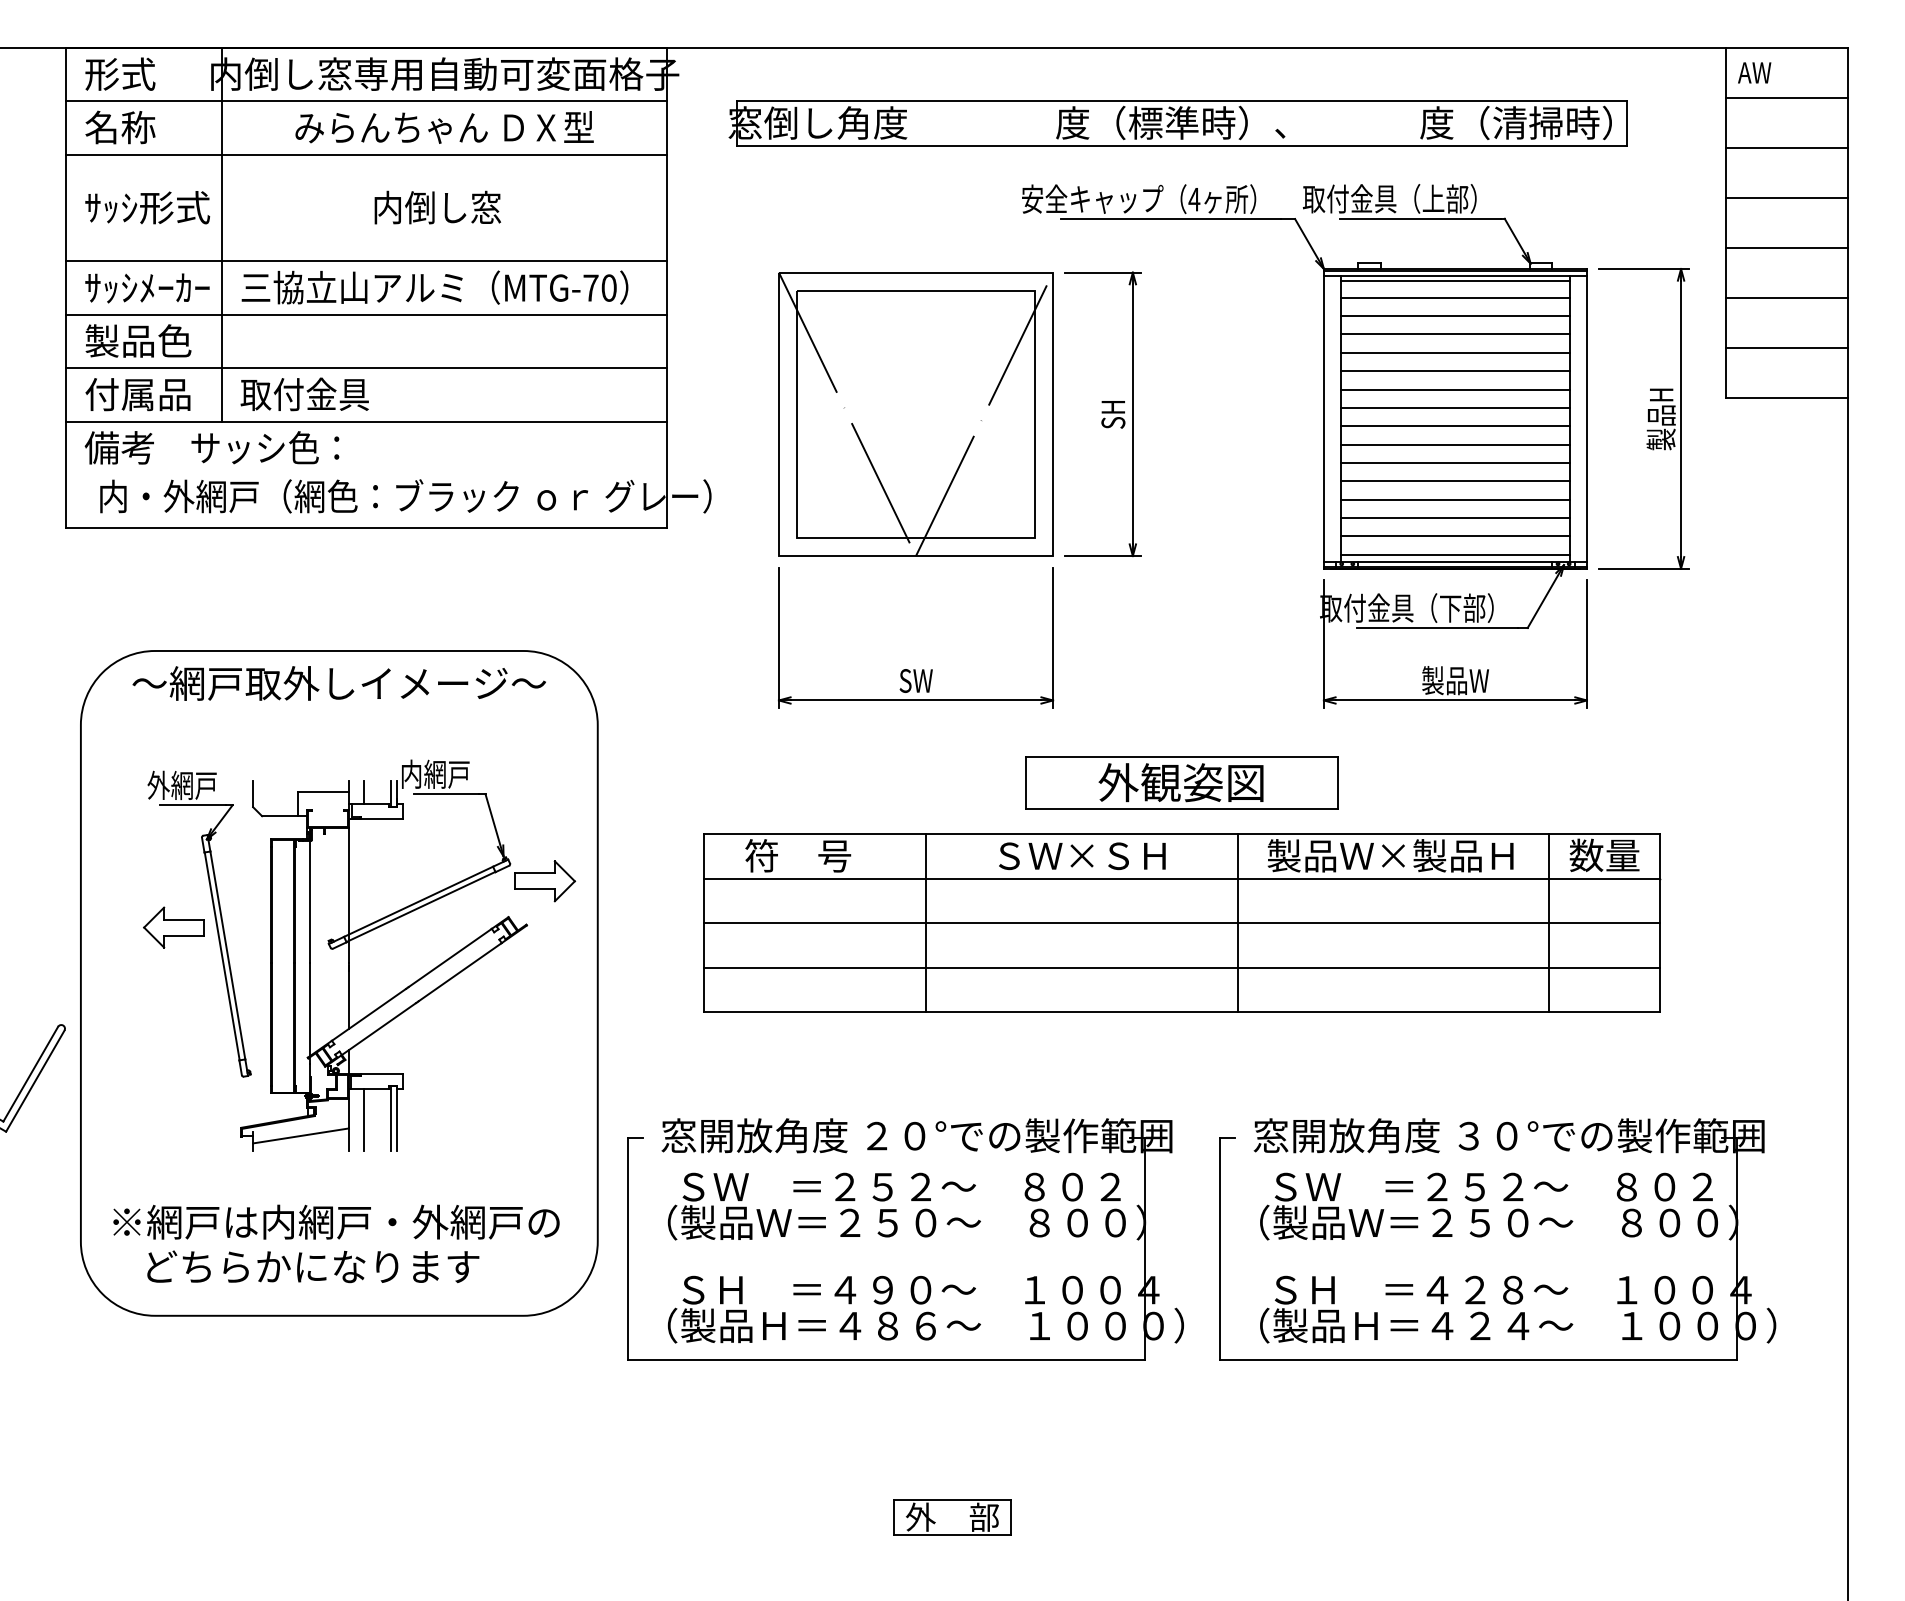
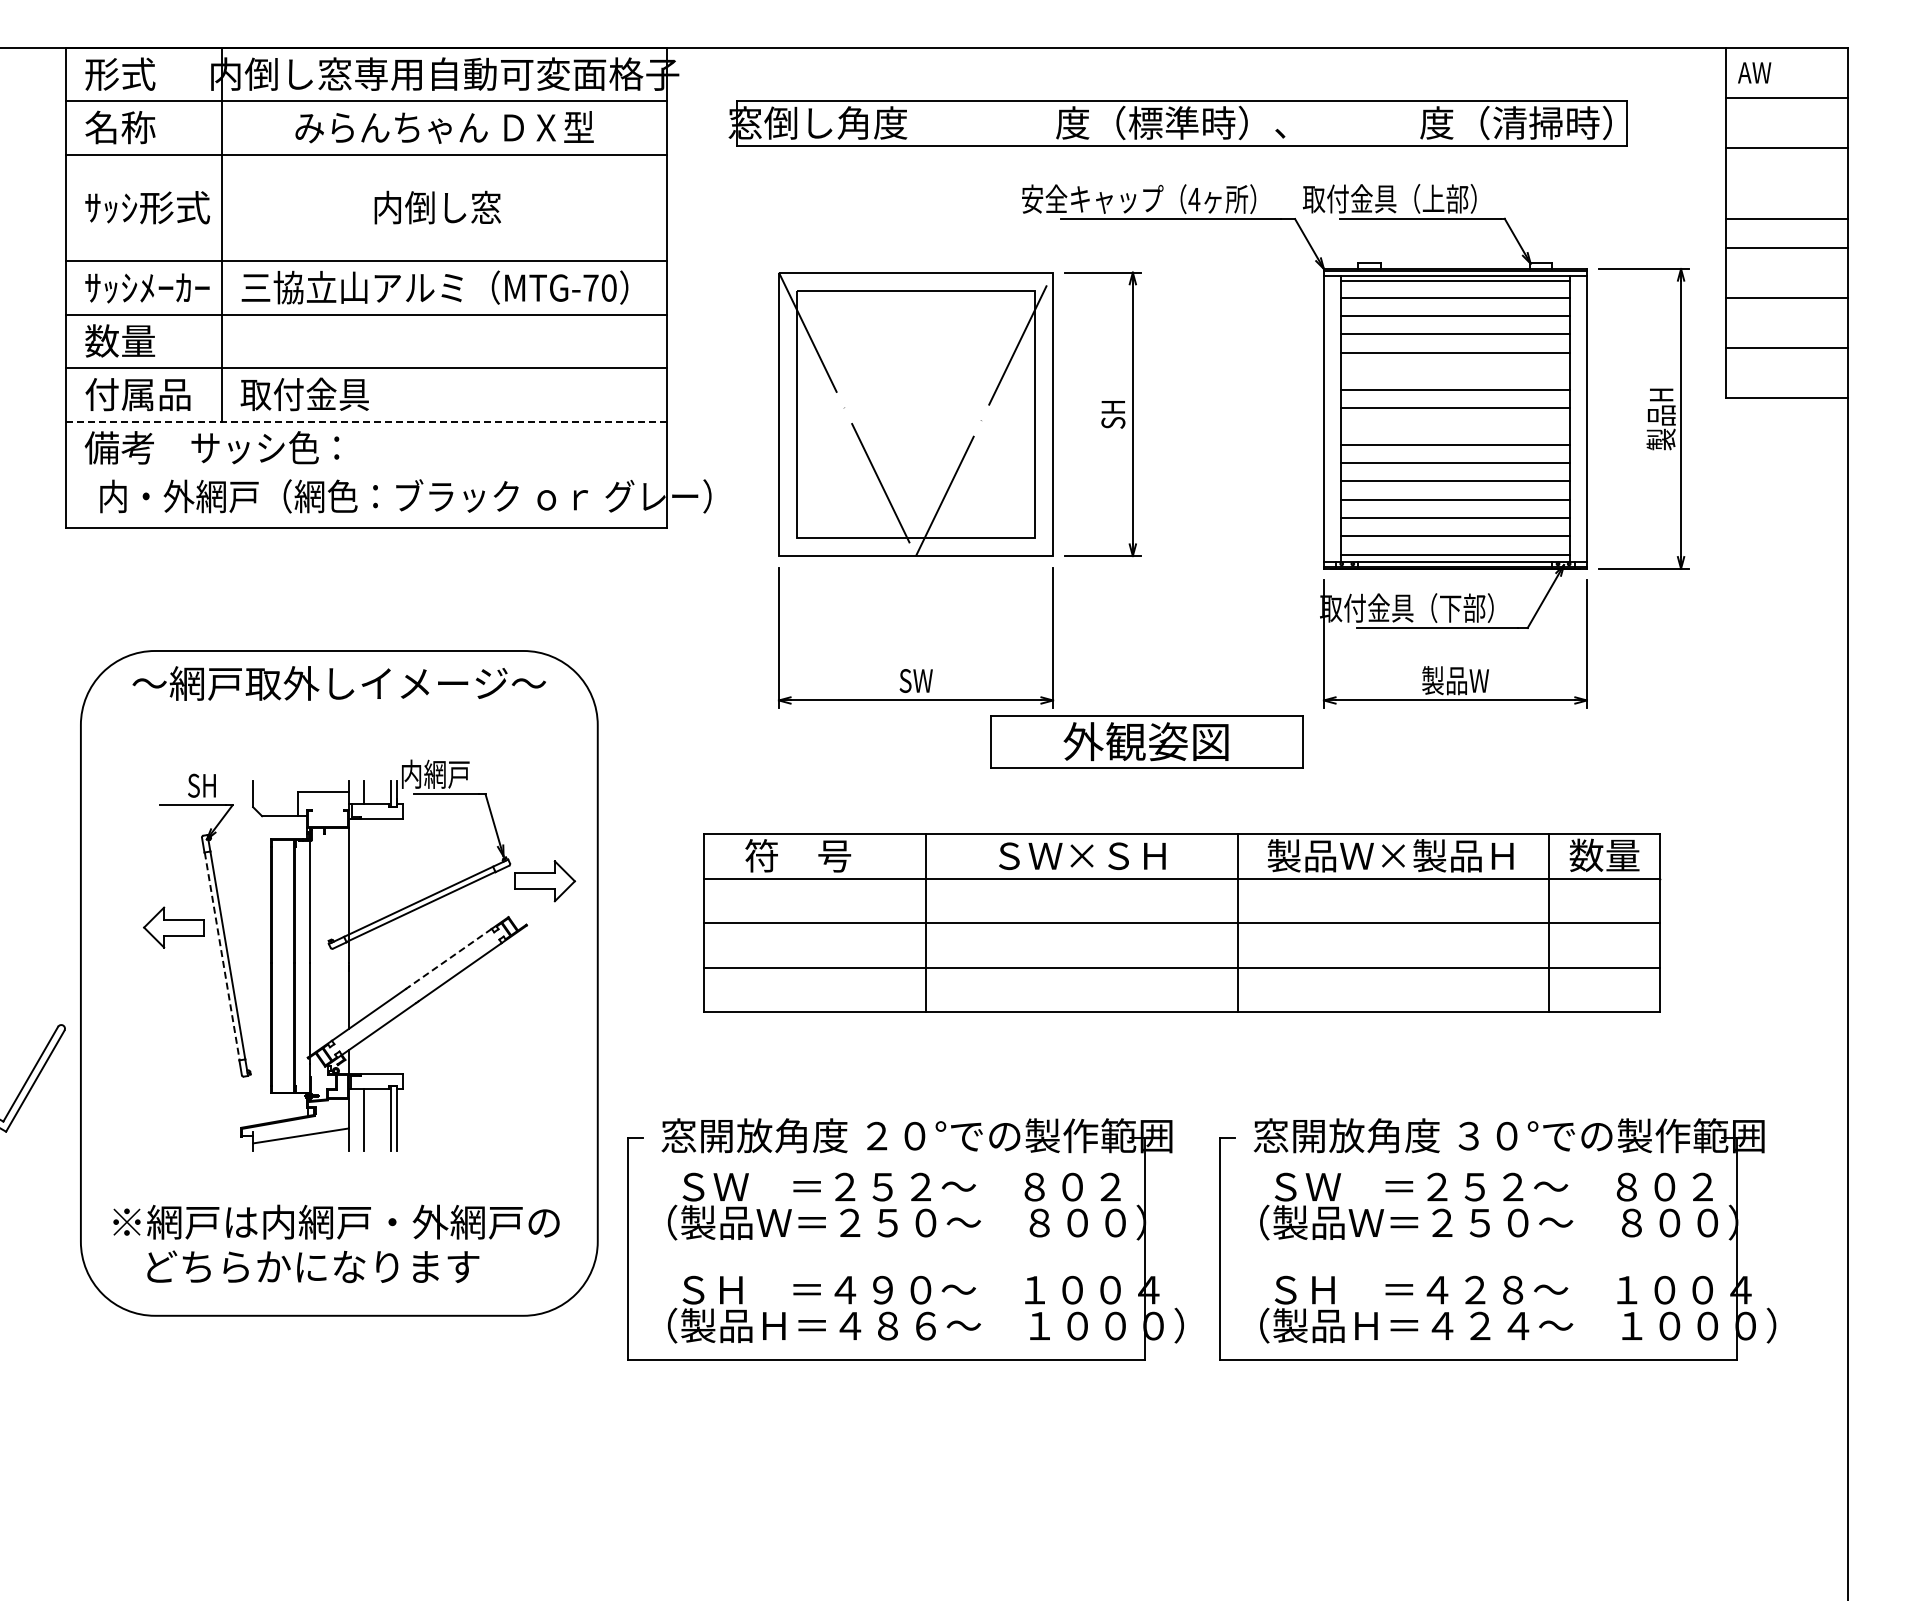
line at (1786, 198) position: (1786, 198) -> (1786, 219)
text at (138, 340): 製品色 -> 数量
line at (1455, 371): present -> none
line at (366, 421): solid -> dashed
line at (1455, 426): present -> none
part at (1181, 782) position: (1181, 782) -> (1146, 741)
text at (181, 785): 外網戸 -> SH
line at (222, 956): solid -> dashed
line at (450, 958): solid -> dashed
part at (952, 1517): present -> none
